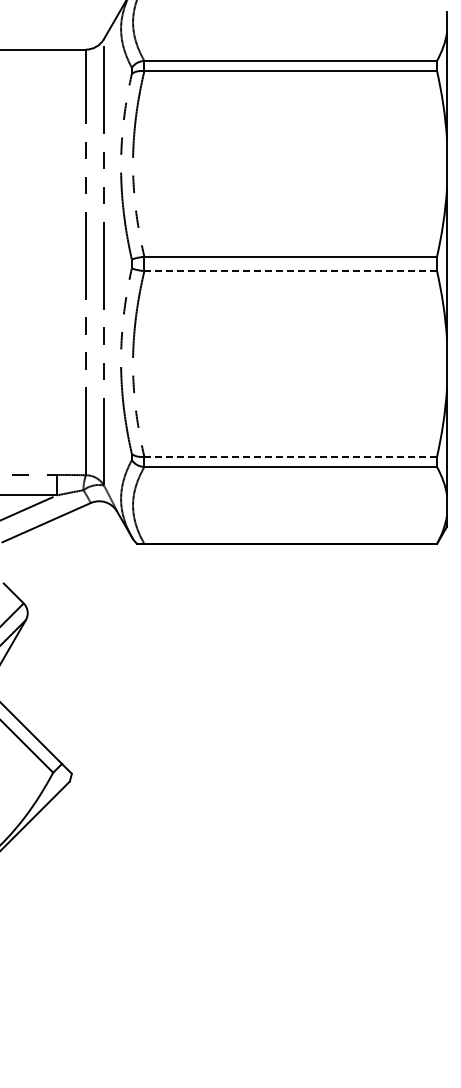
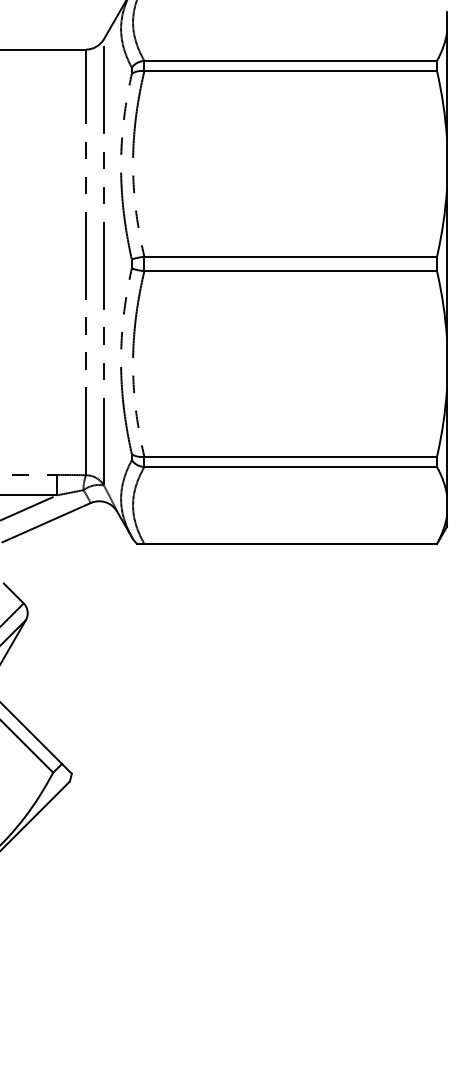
line at (290, 271): dashed -> solid
line at (291, 456): dashed -> solid
